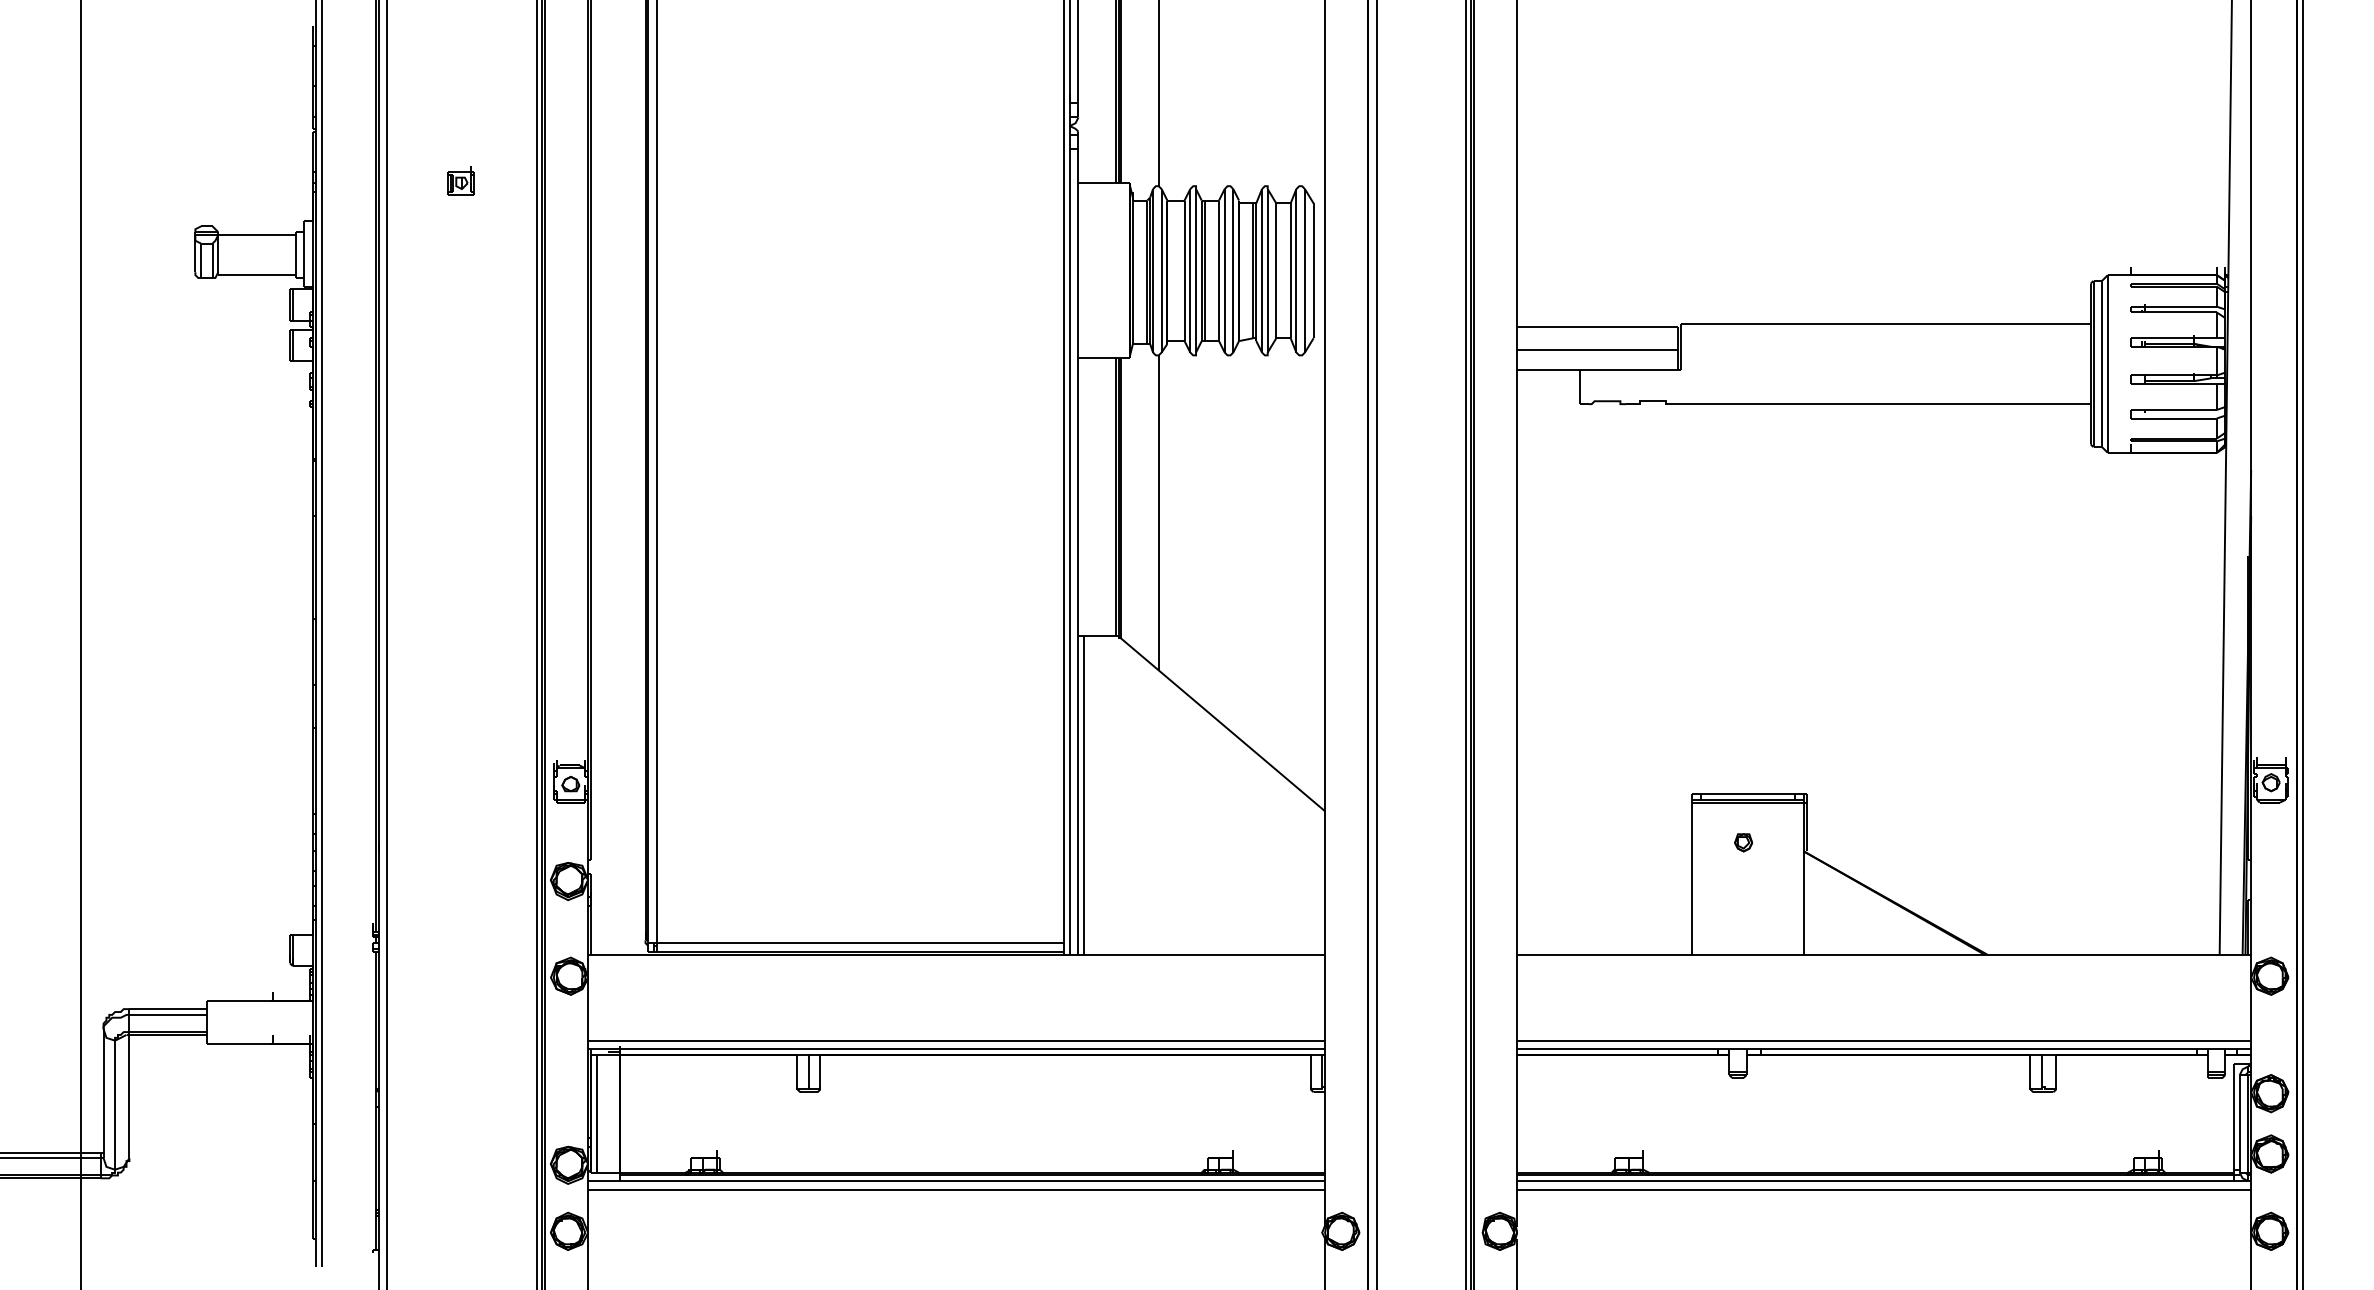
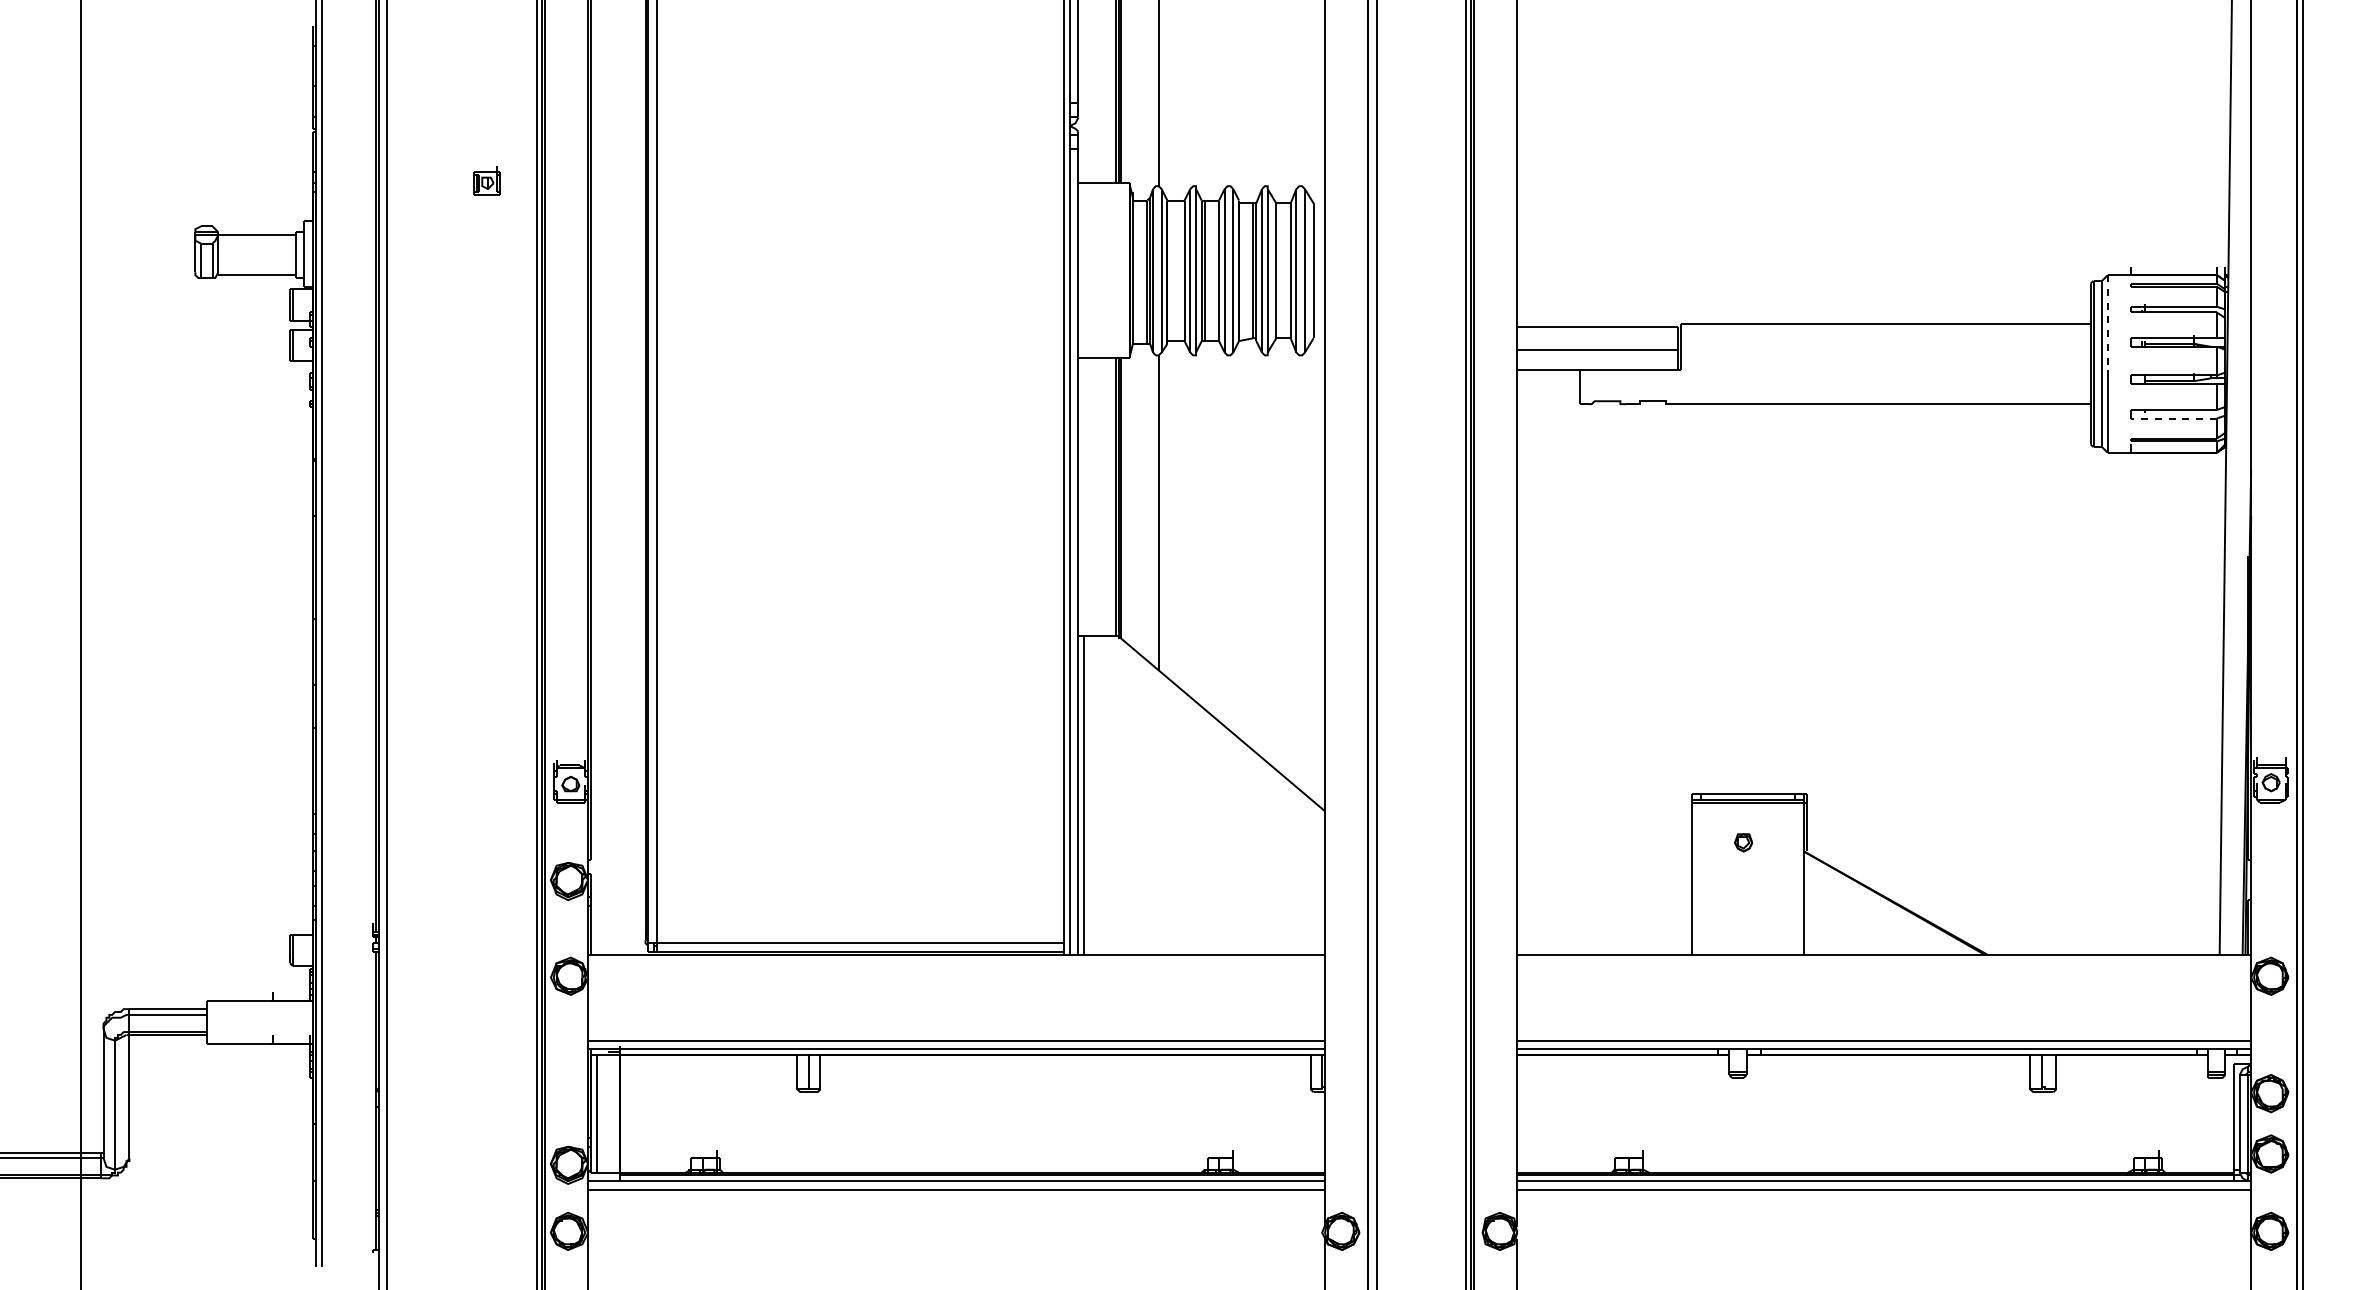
part at (460, 180) position: (460, 180) -> (486, 180)
line at (2107, 322): solid -> dashed
line at (2173, 418): solid -> dashed
